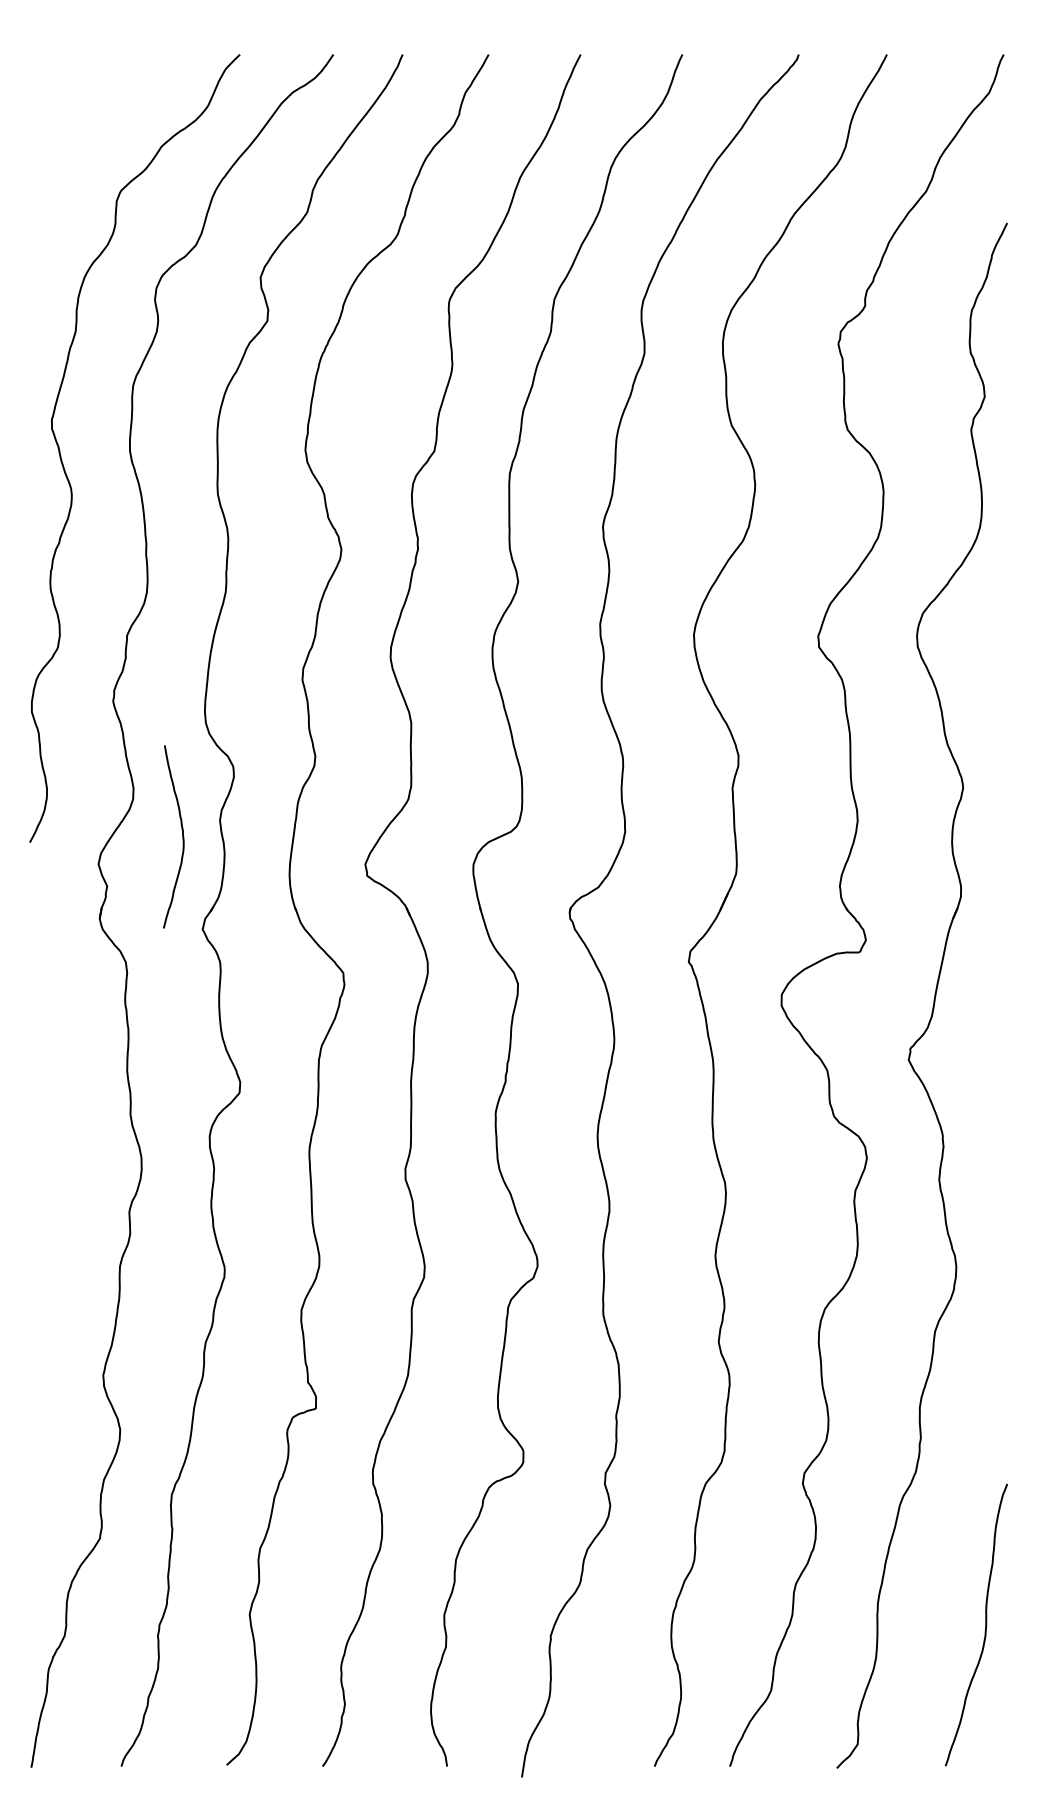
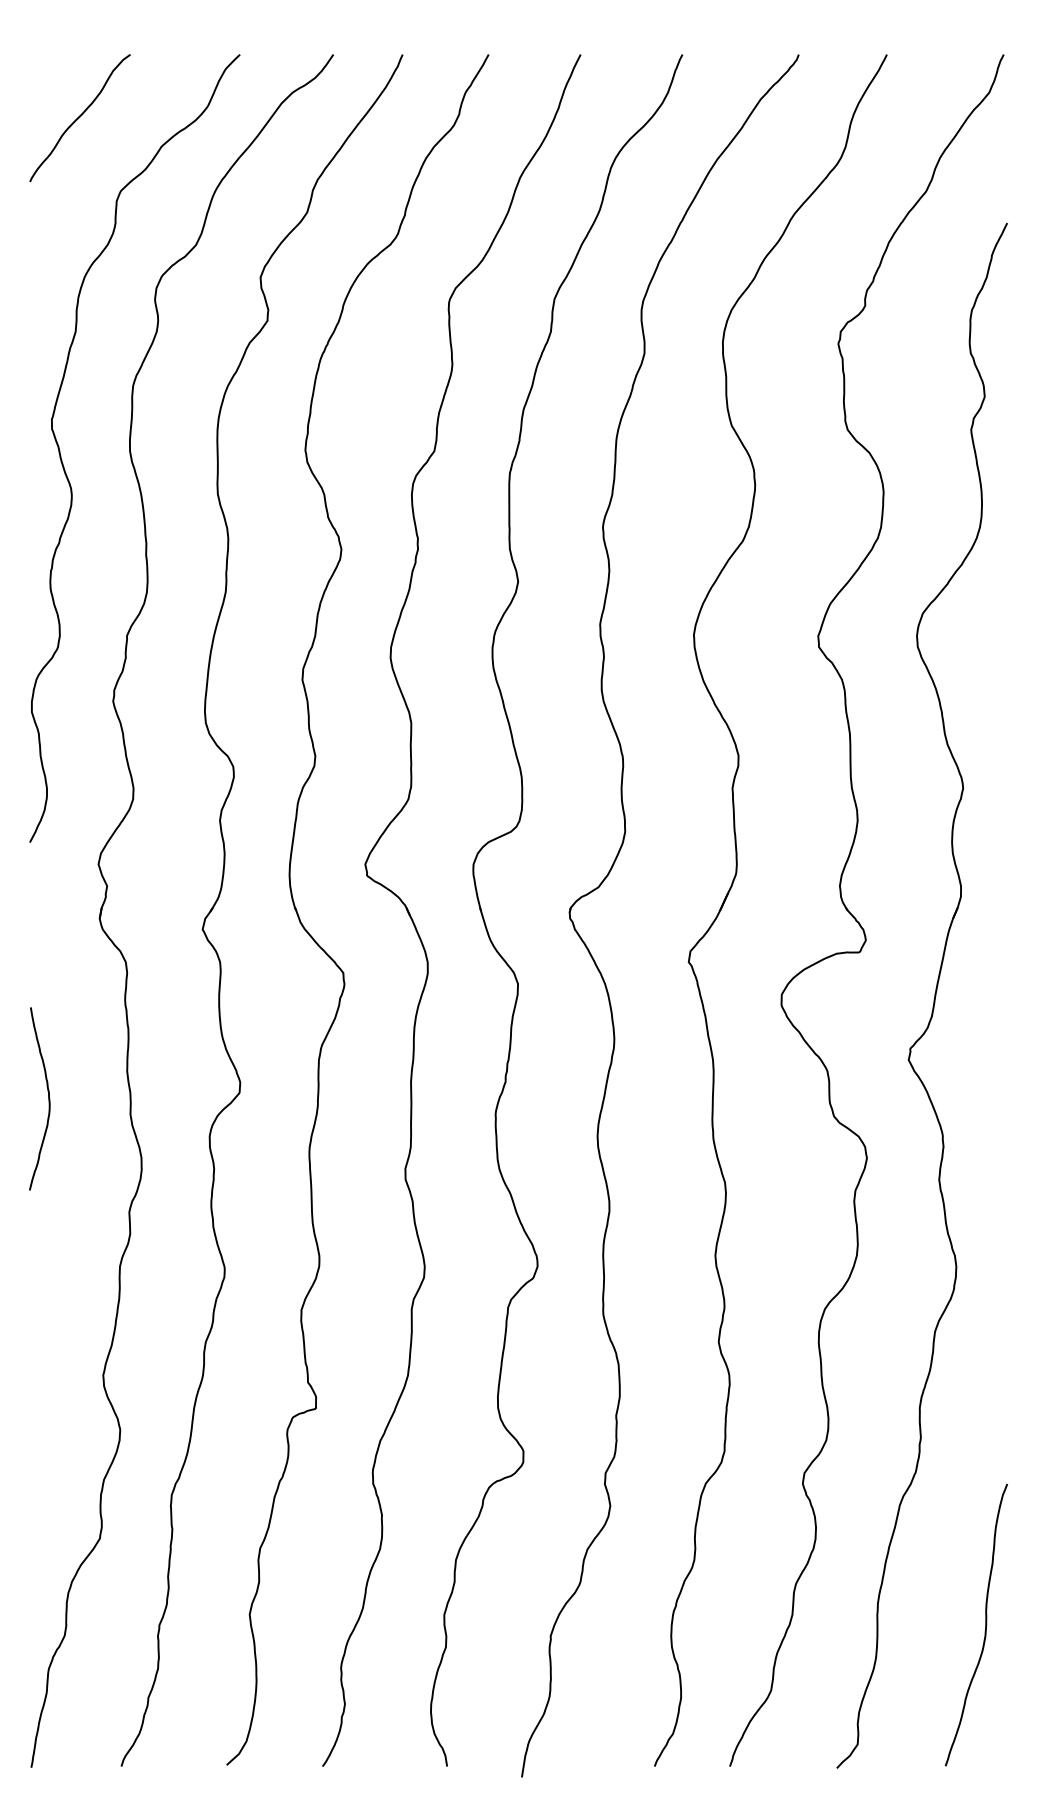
curve at (79, 118): none -> present
curve at (182, 836) position: (182, 836) -> (48, 1098)
